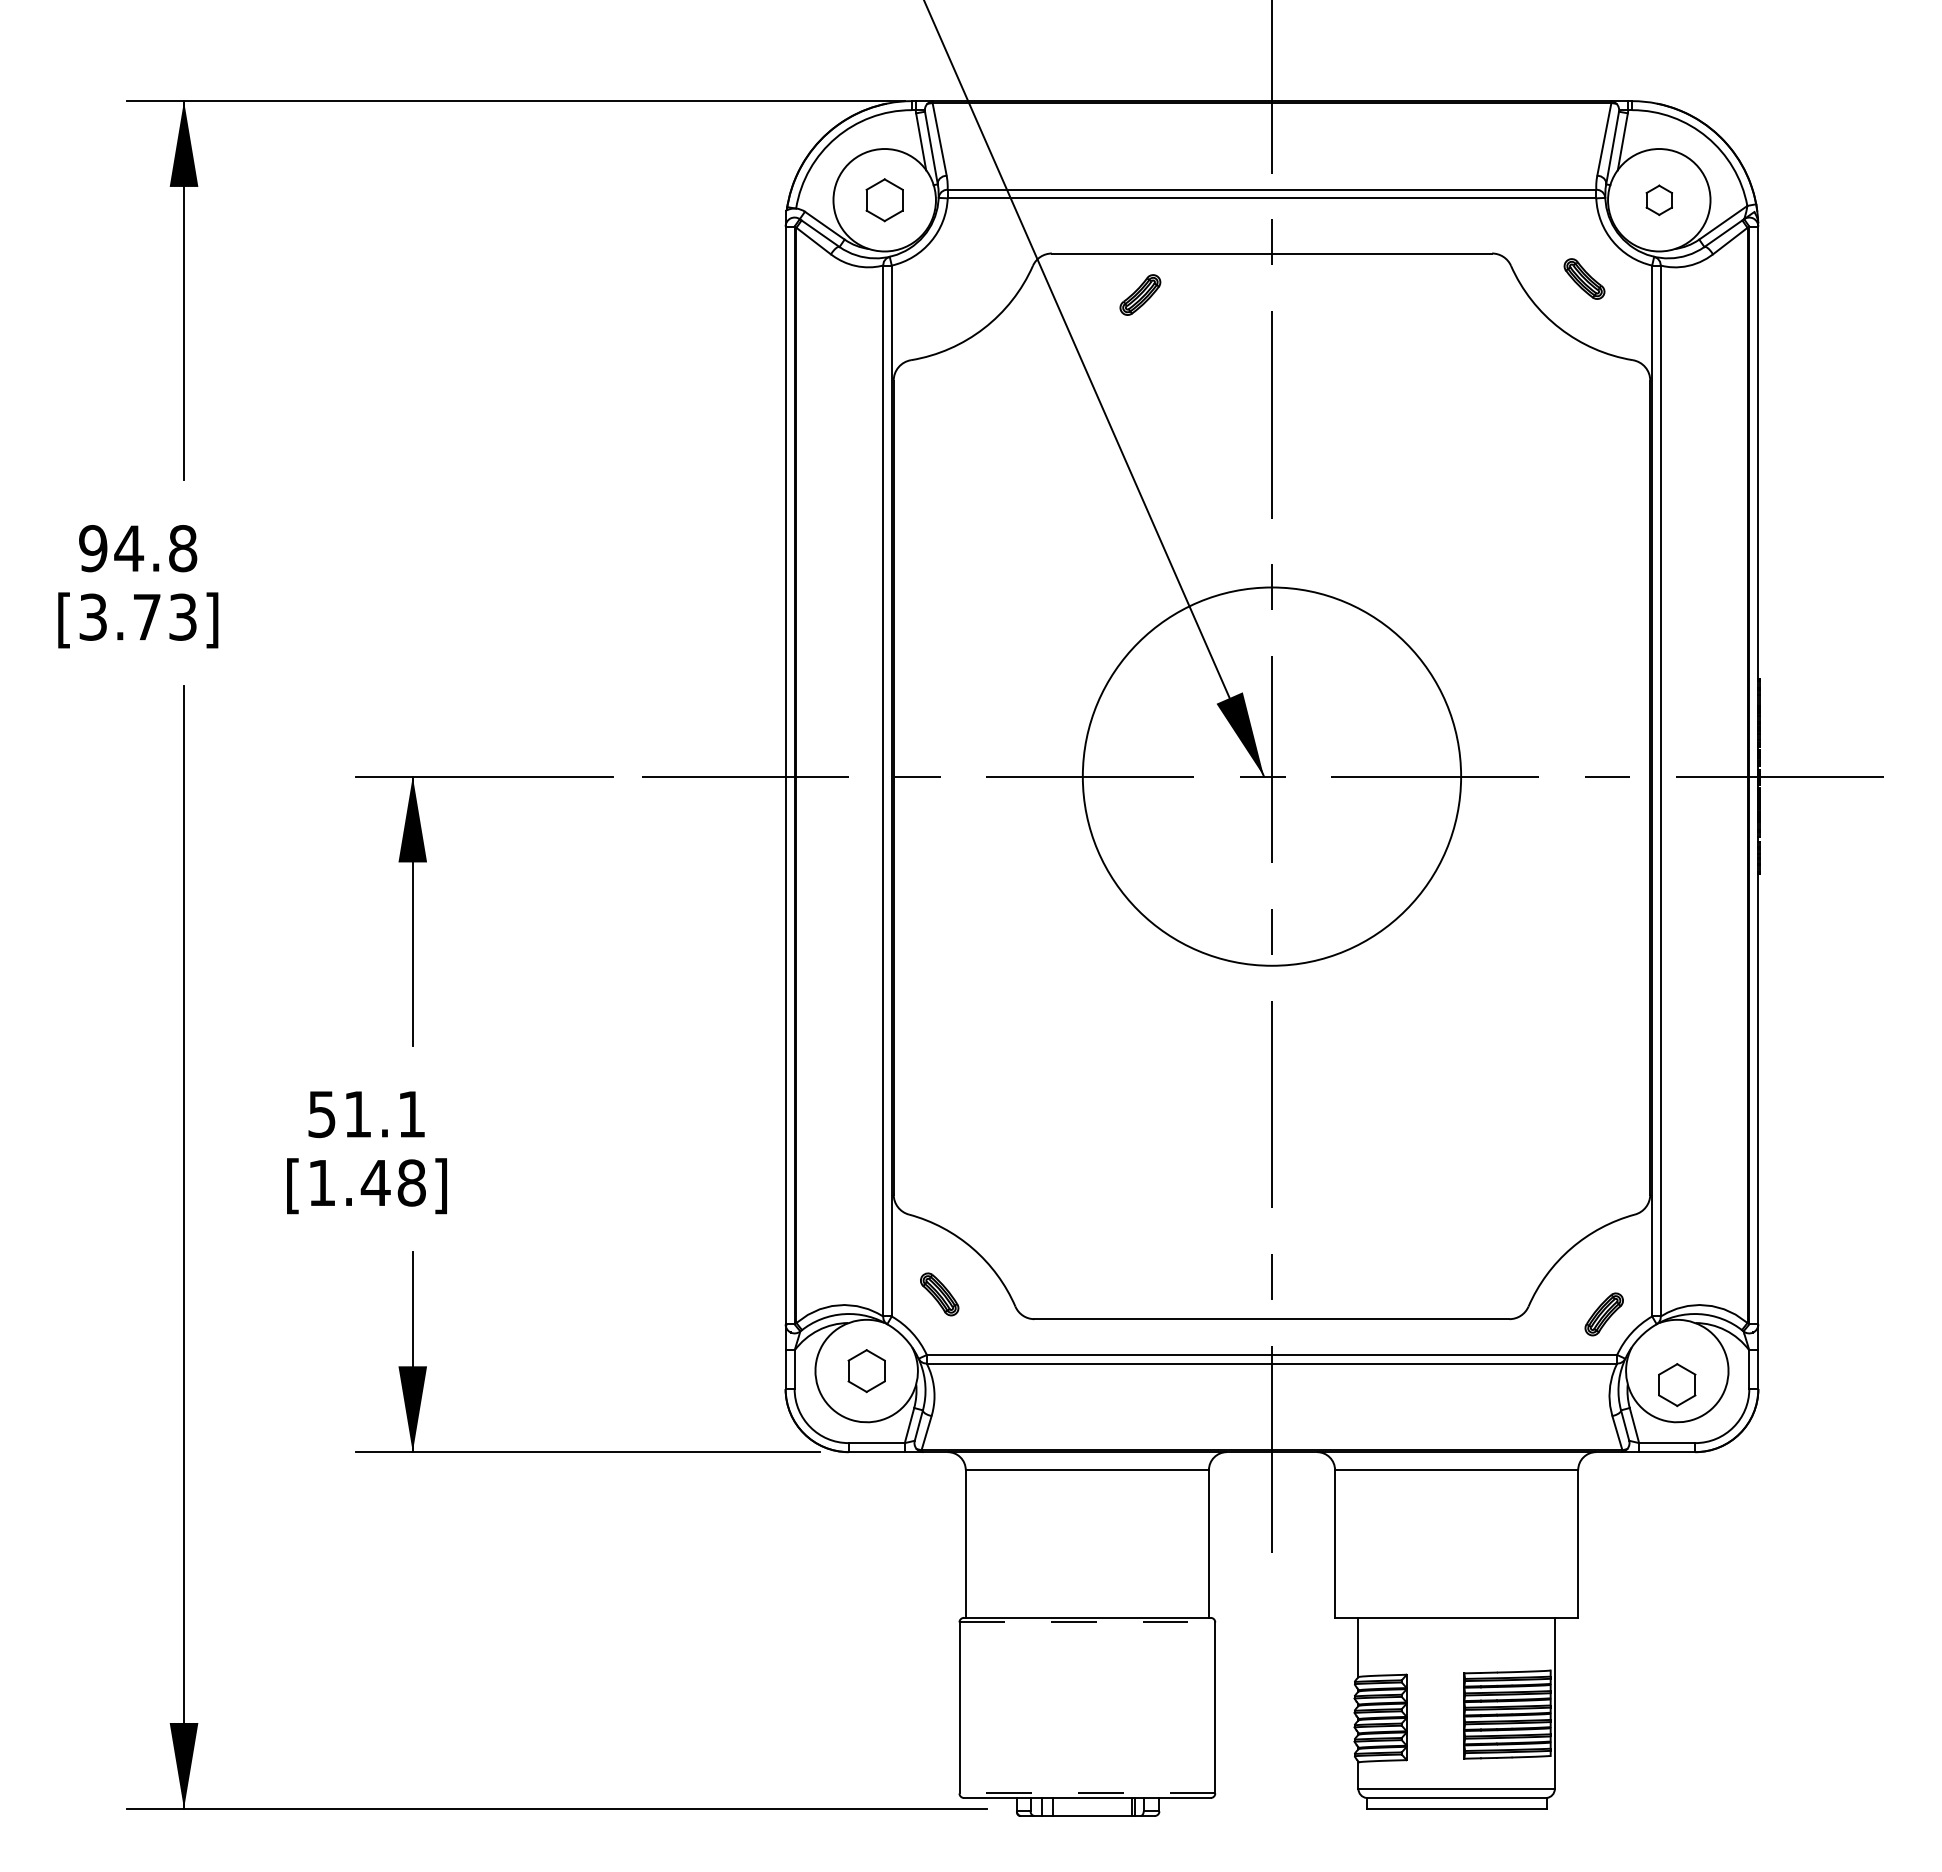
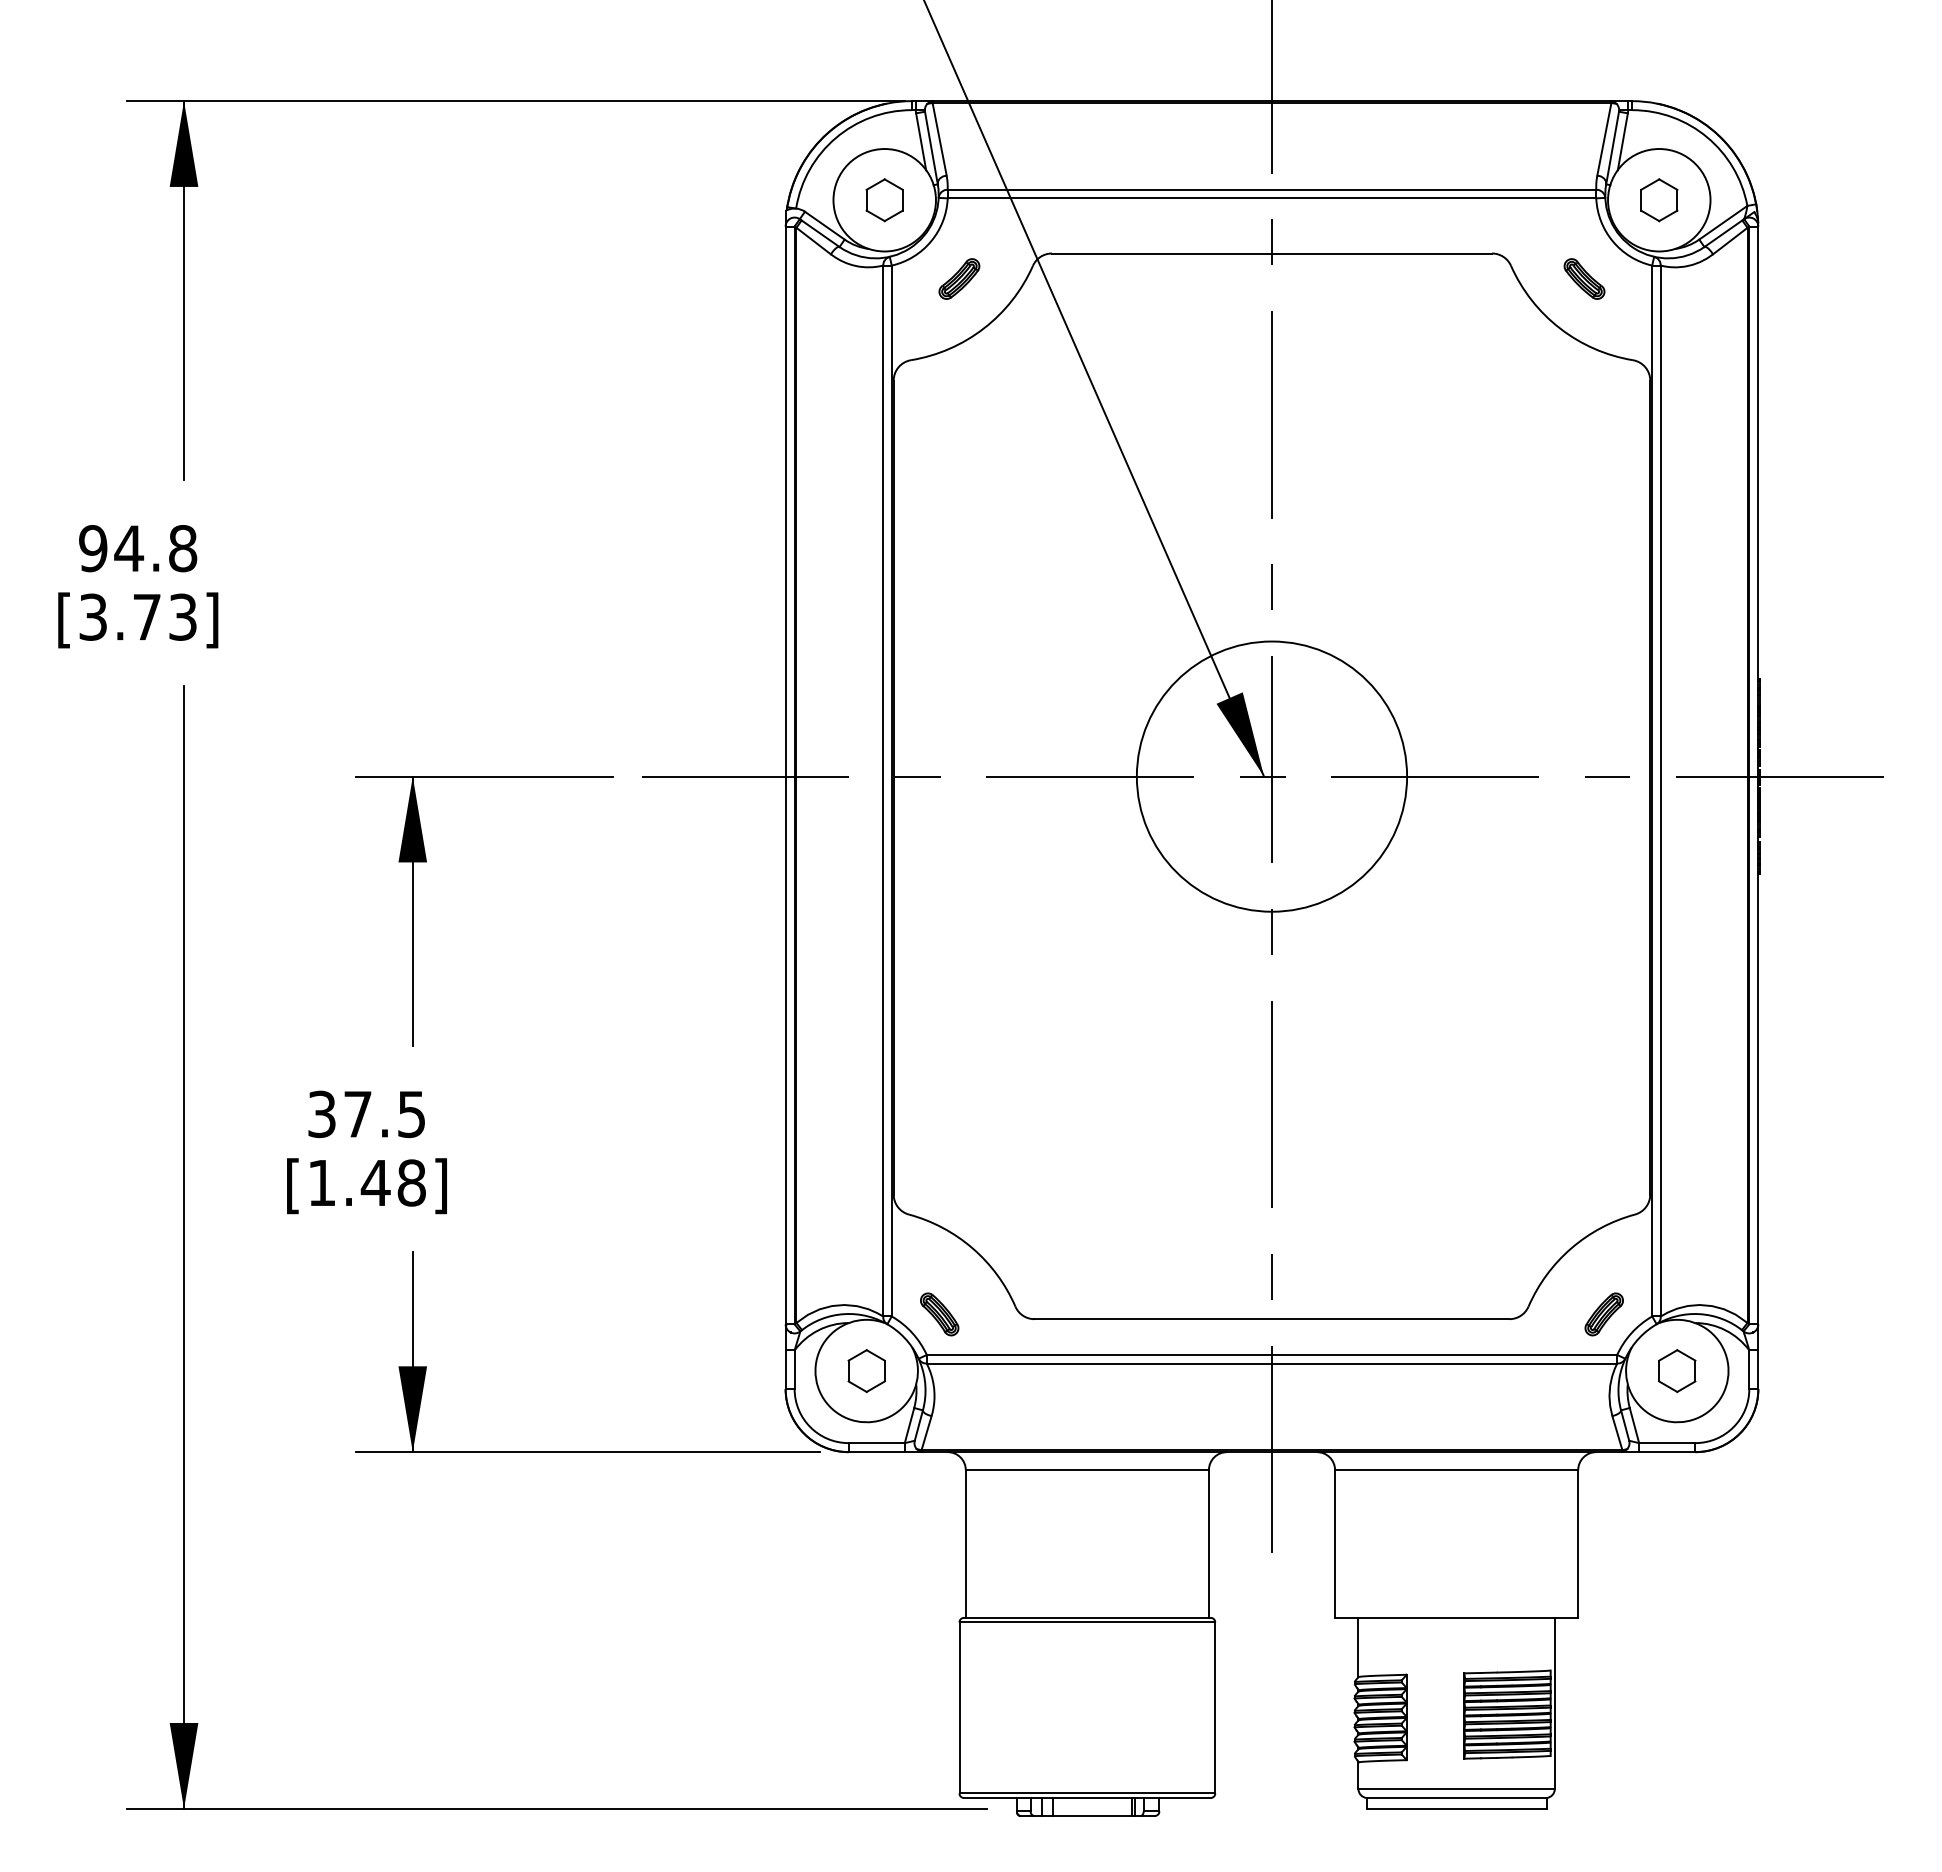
part at (1658, 199) size: 28x32 px -> 39x45 px
part at (1140, 294) position: (1140, 294) -> (959, 278)
circle at (1271, 776) diameter: 378 px -> 270 px
text at (366, 1114): 51.1 -> 37.5
part at (939, 1294) position: (939, 1294) -> (939, 1314)
part at (1677, 1385) position: (1677, 1385) -> (1677, 1371)
line at (1087, 1622): dashed -> solid
line at (1087, 1793): dashed -> solid
